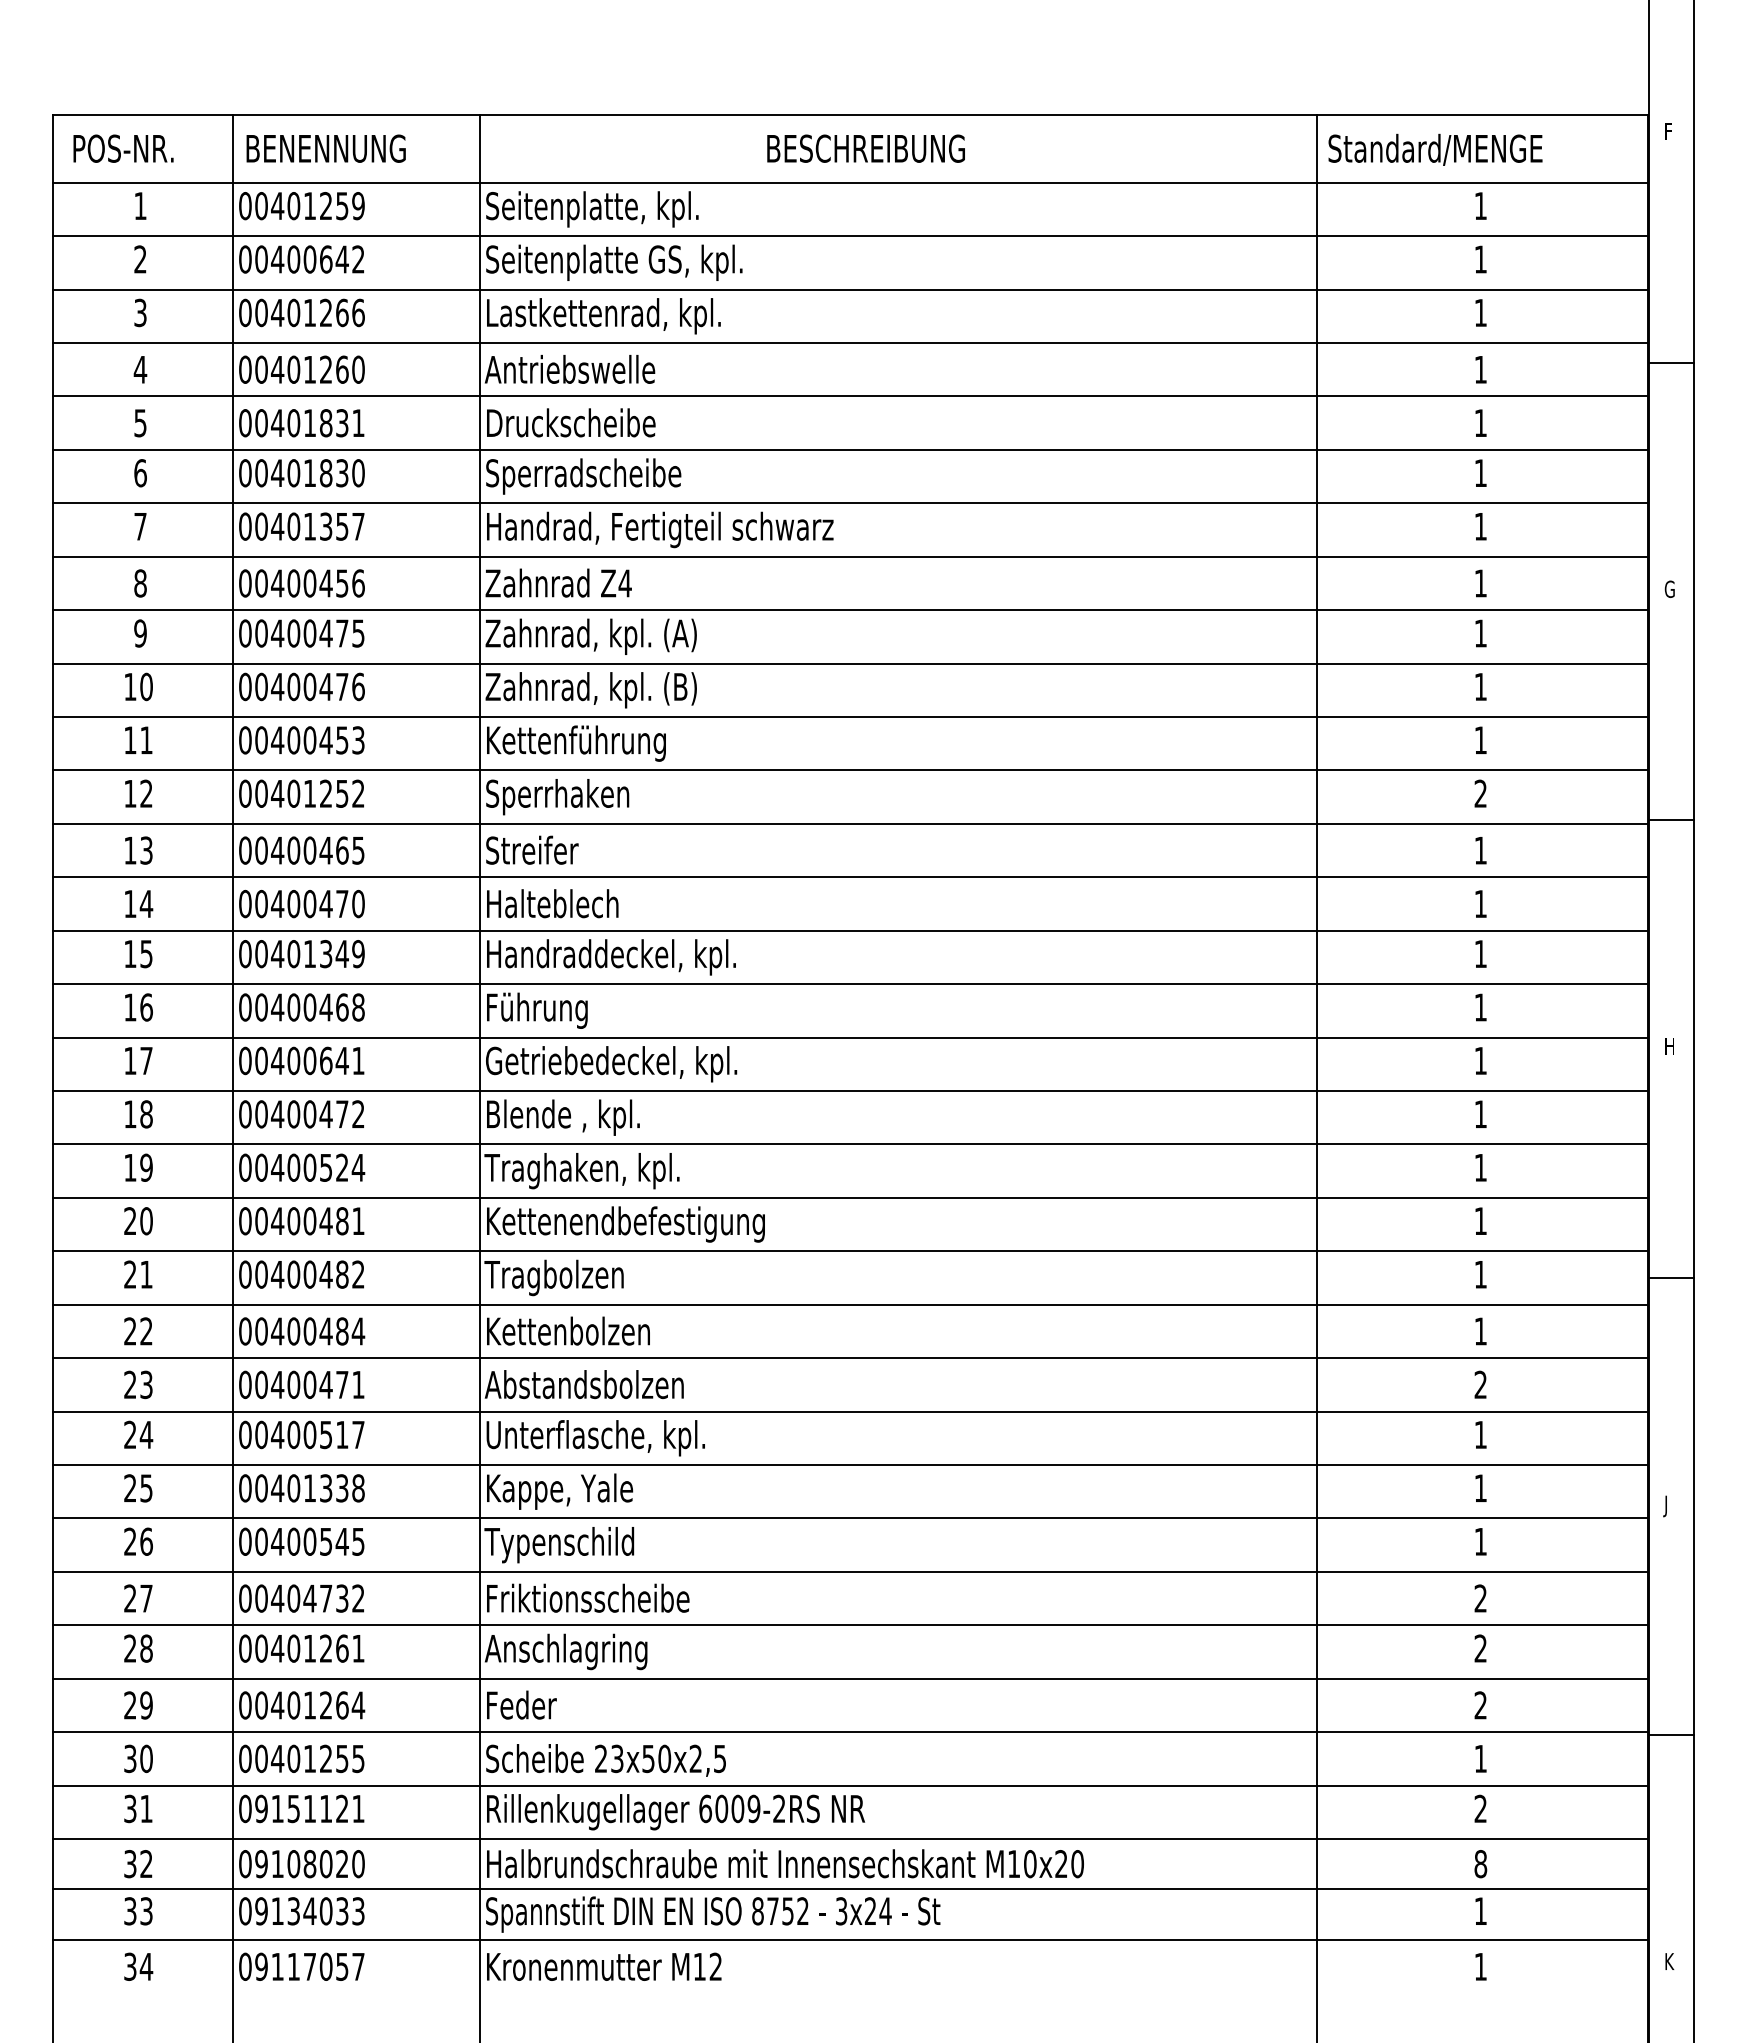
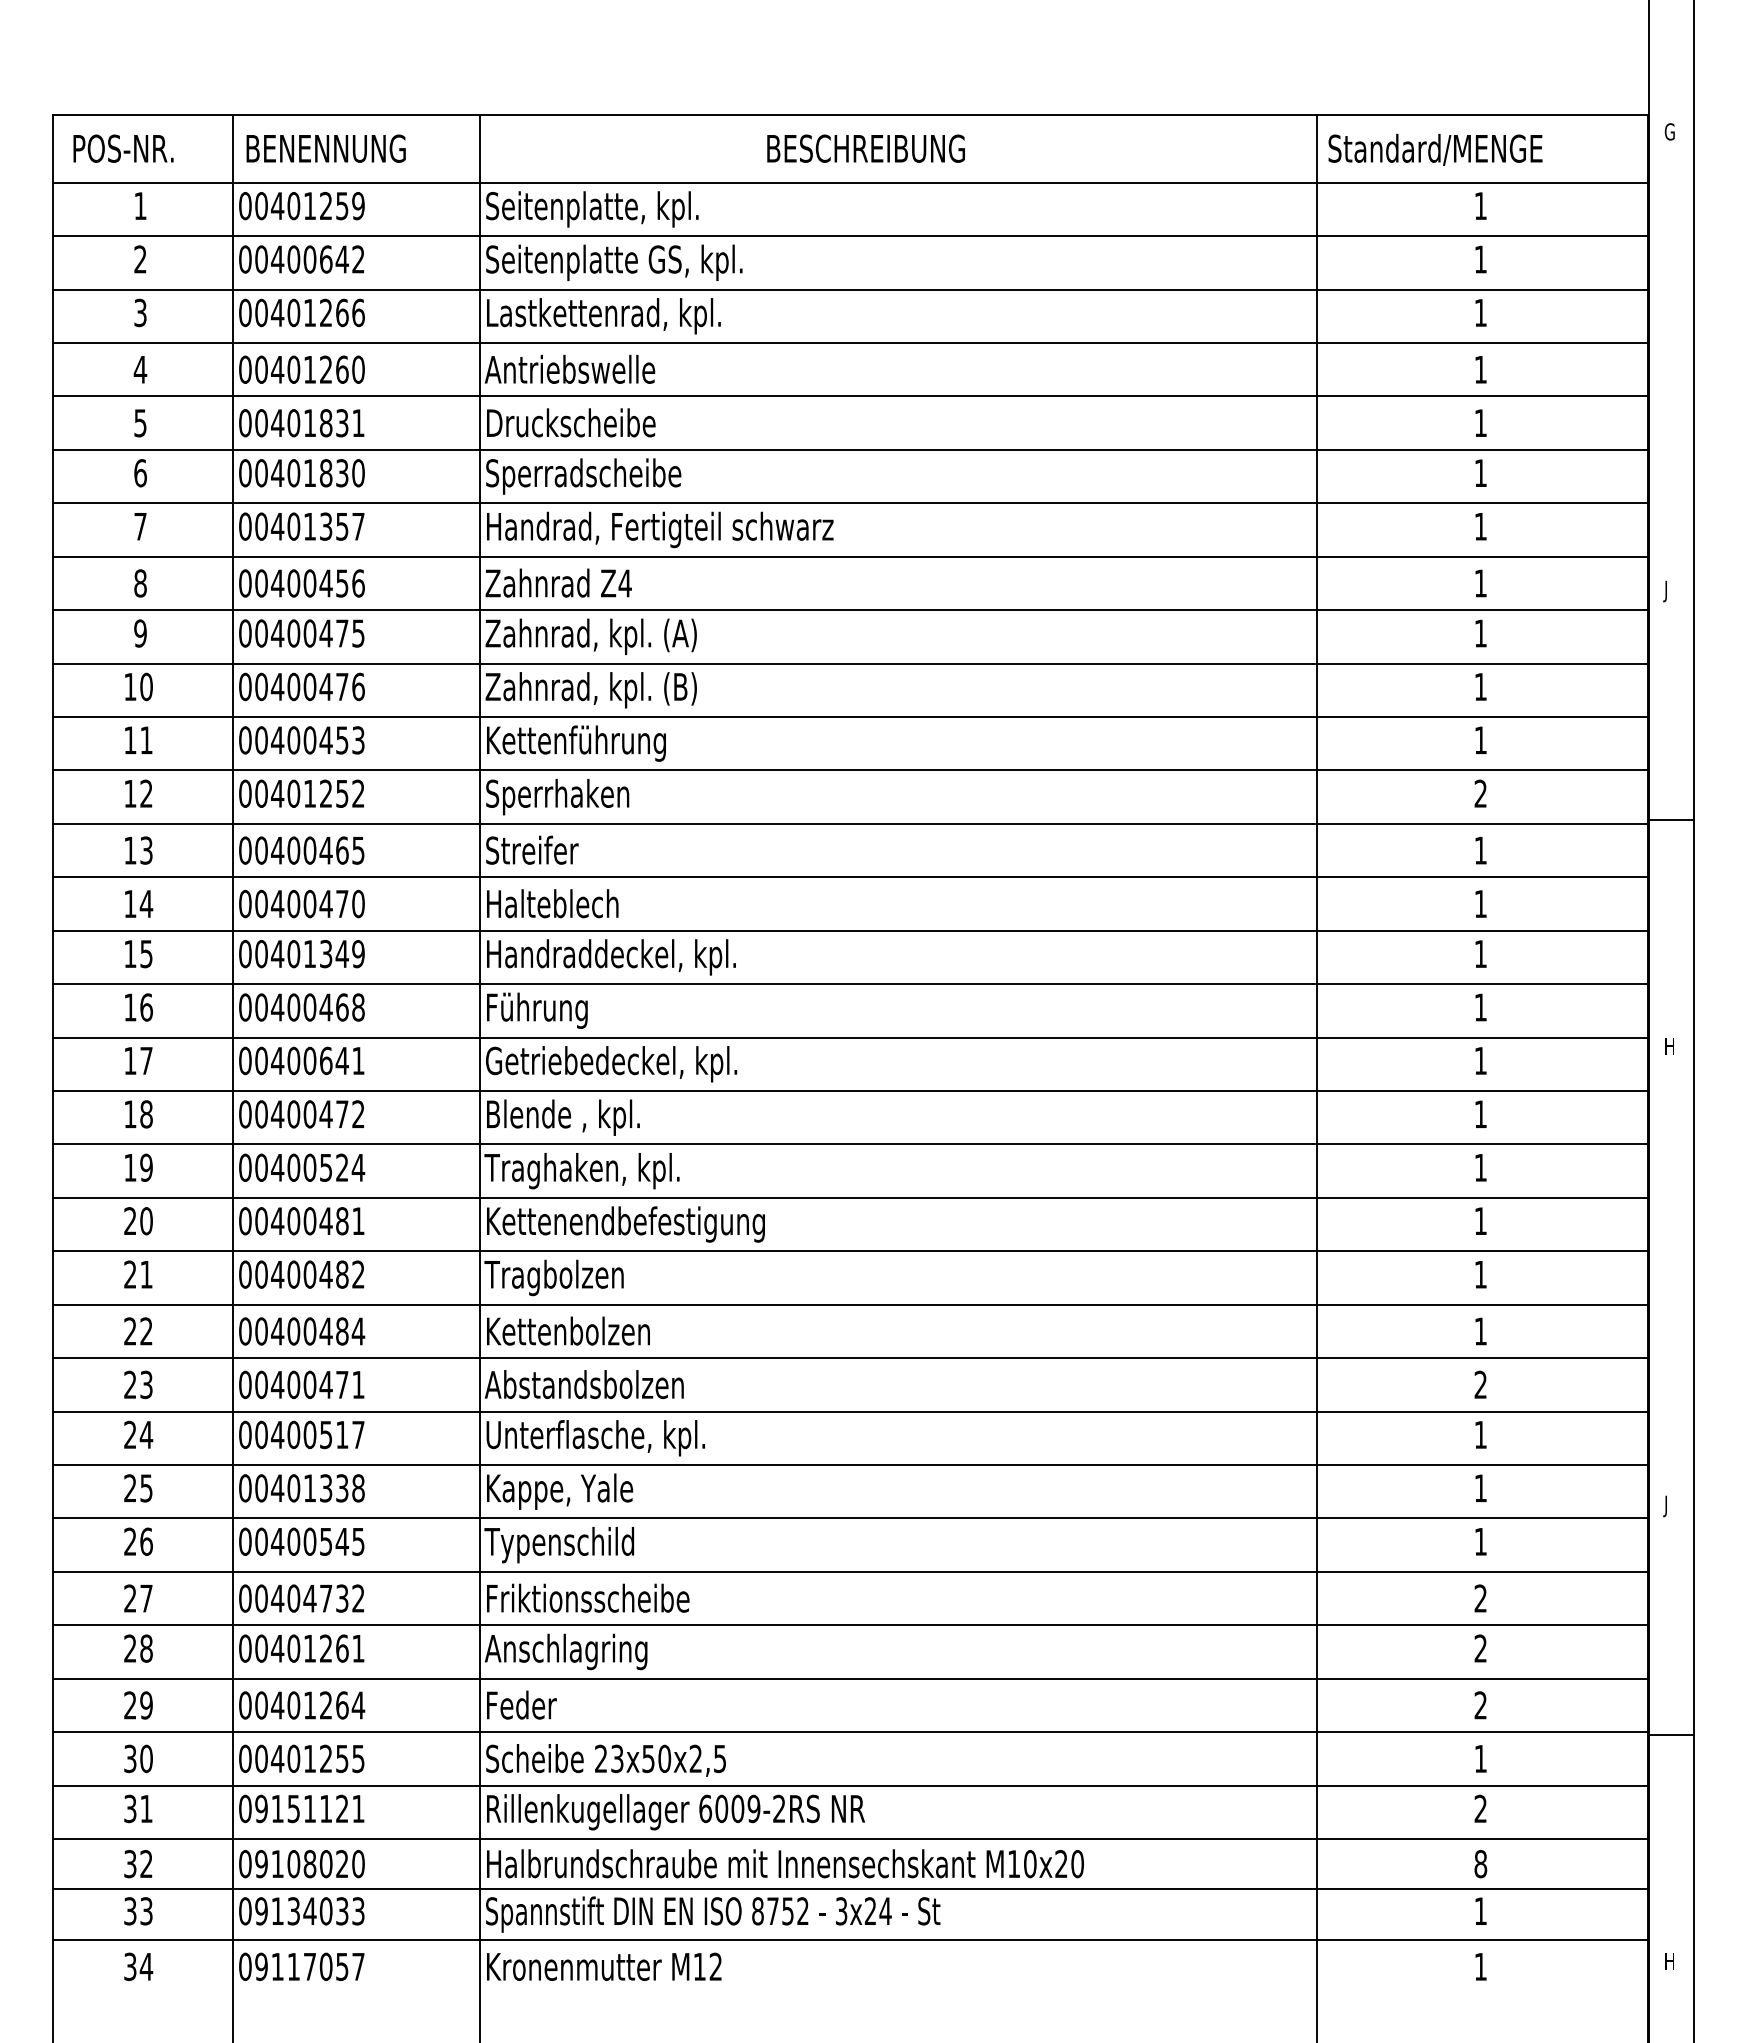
text at (1669, 131): F -> G
line at (1671, 362): present -> none
text at (1668, 591): G -> J
line at (1671, 1277): present -> none
text at (1669, 1961): K -> H
